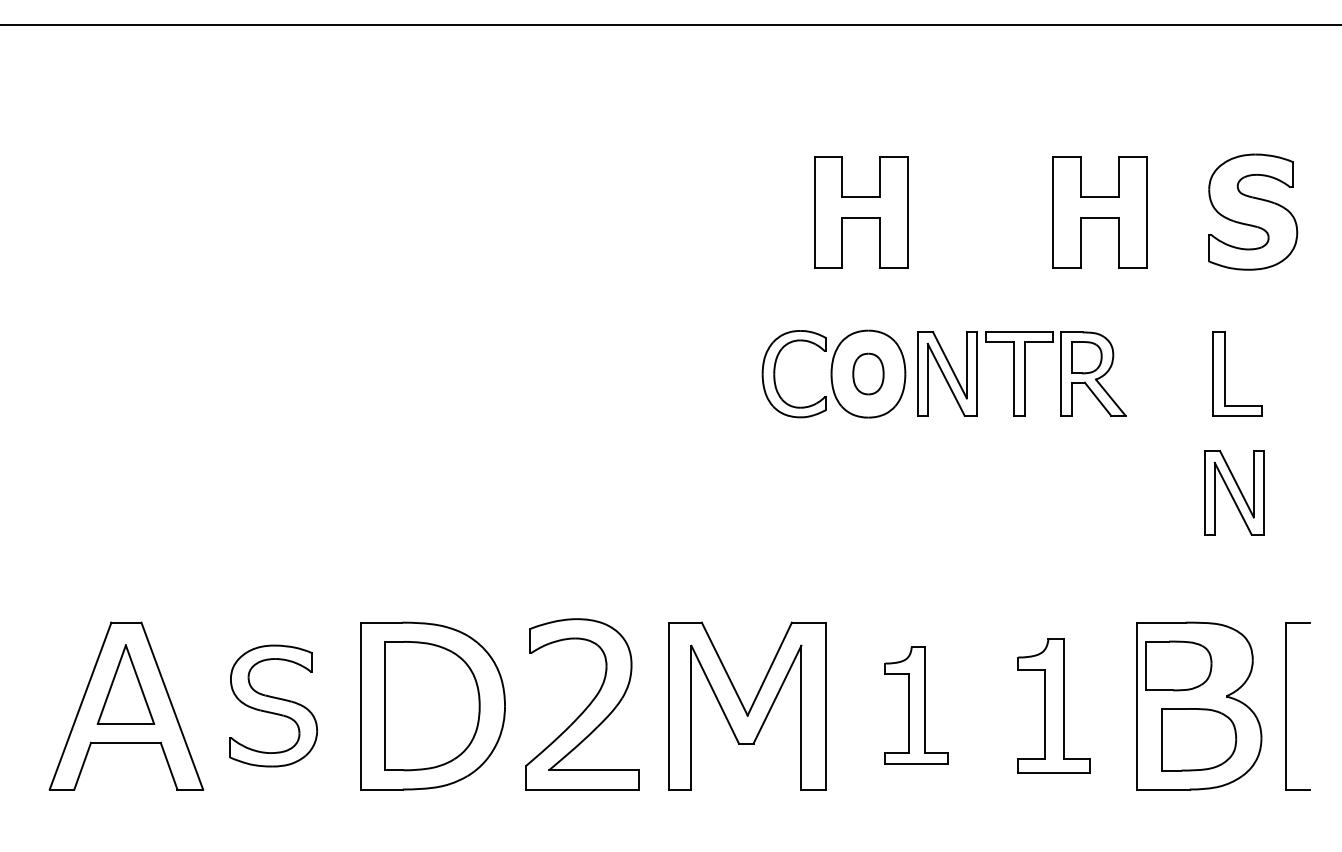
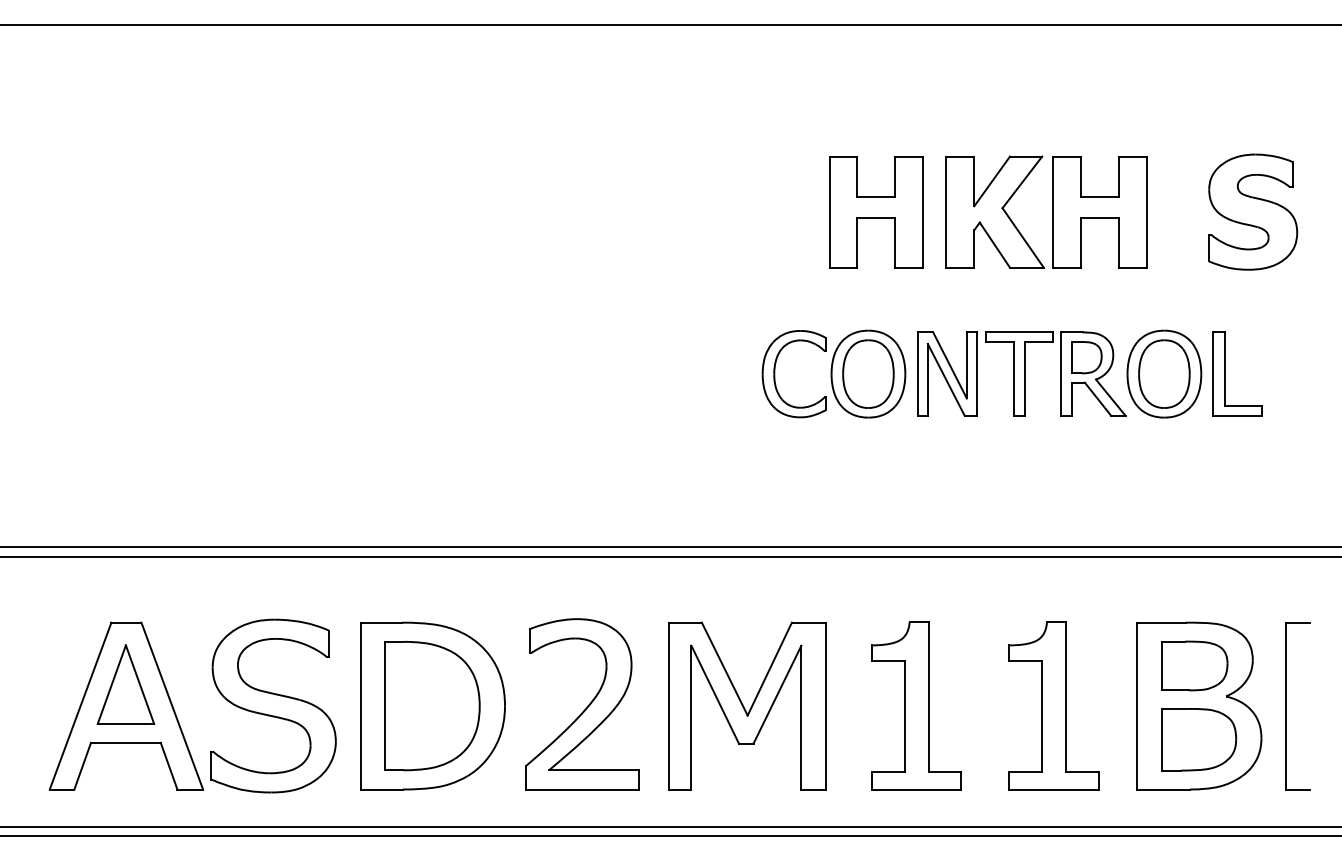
part at (994, 211): none -> present
part at (861, 212) position: (861, 212) -> (876, 212)
part at (868, 373) size: 33x44 px -> 53x70 px
part at (1164, 373): none -> present
part at (1234, 492): present -> none
line at (670, 546): none -> present
line at (670, 556): none -> present
part at (1178, 665) position: (1178, 665) -> (1194, 665)
part at (273, 705) size: 89x124 px -> 127x176 px
part at (916, 705) size: 65x119 px -> 91x170 px
part at (1053, 705) size: 74x136 px -> 92x170 px
line at (670, 826): none -> present
line at (670, 836): none -> present
